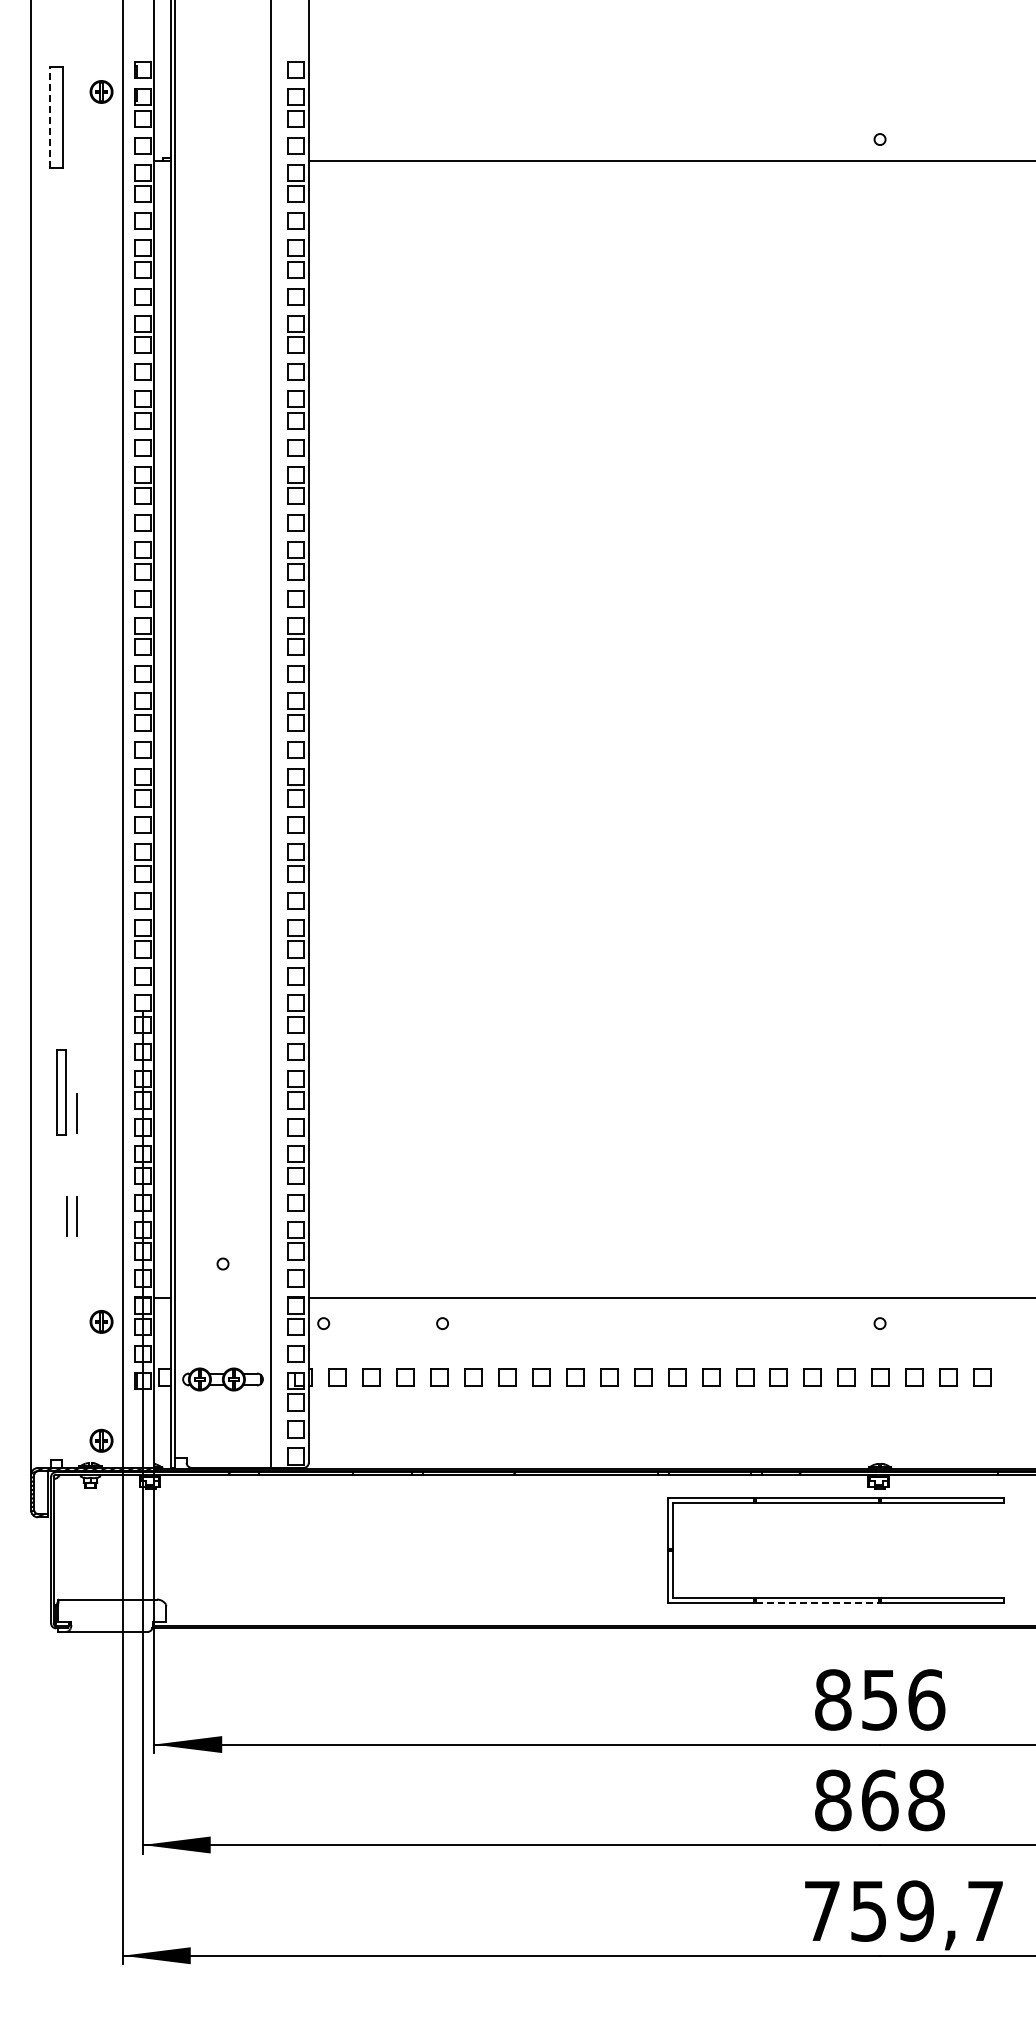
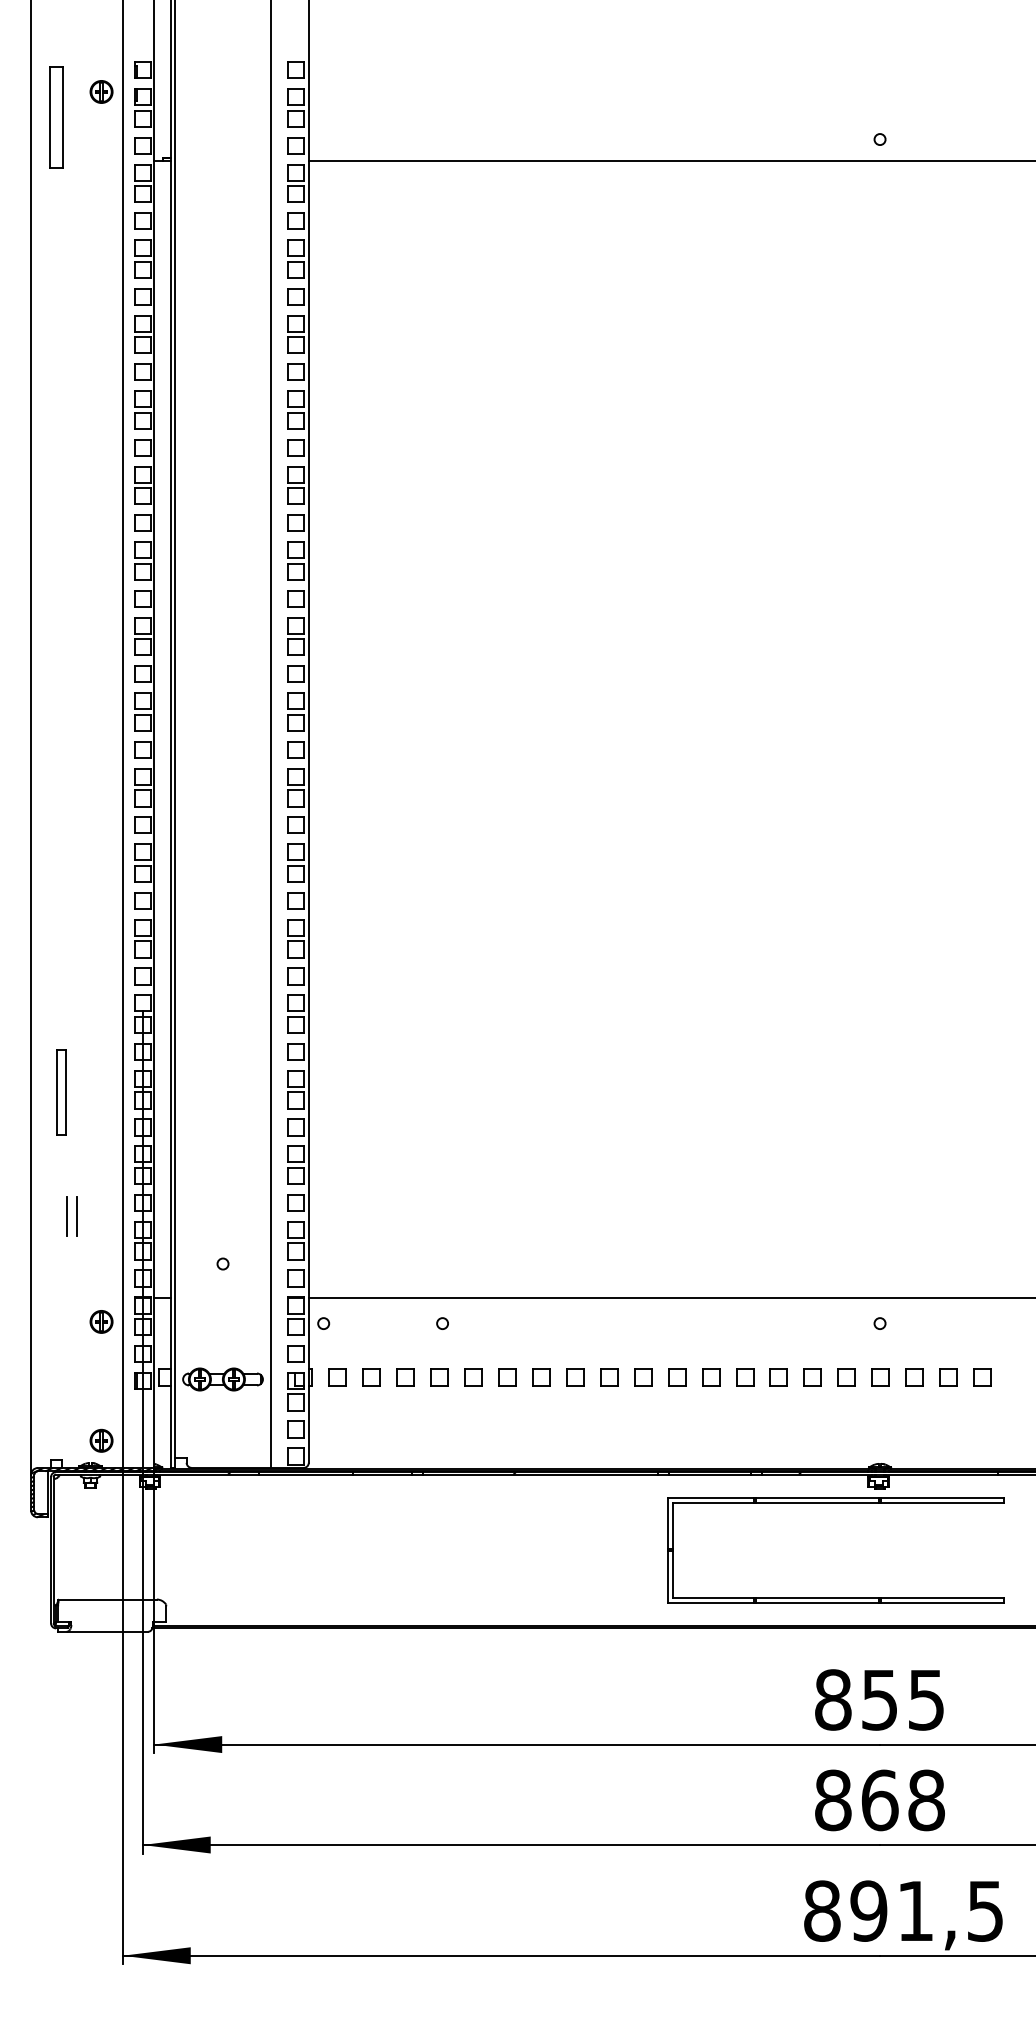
line at (49, 116): dashed -> solid
line at (76, 1113): present -> none
line at (817, 1602): dashed -> solid
text at (926, 1699): 856 -> 855
text at (903, 1910): 759,7 -> 891,5
